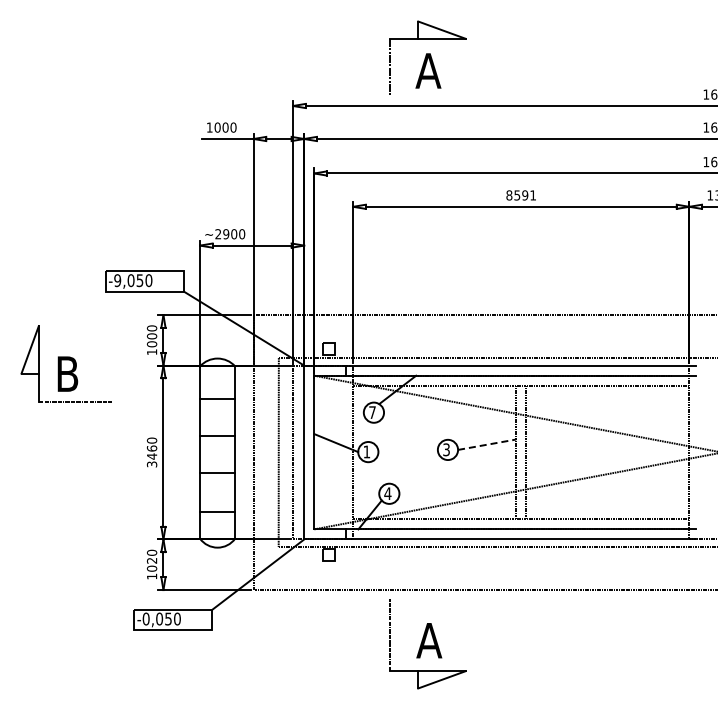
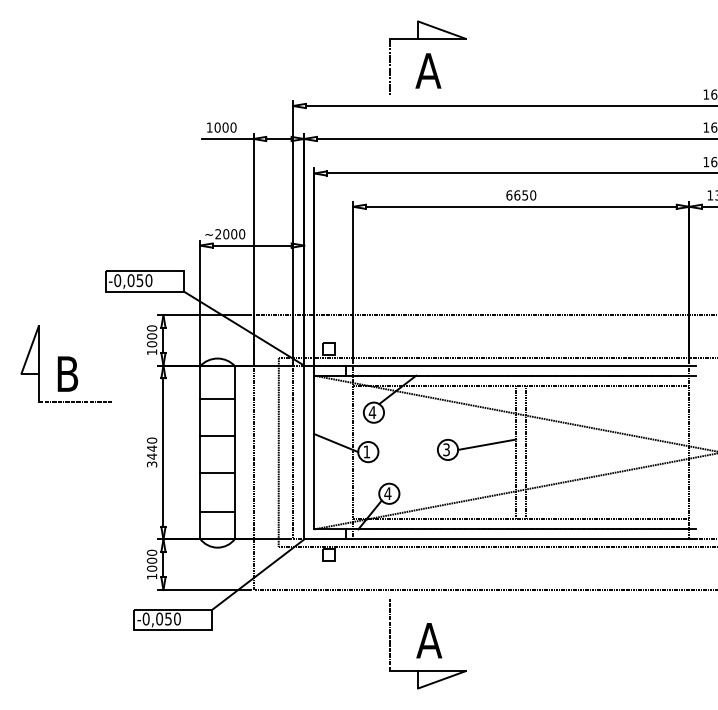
text at (521, 195): 8591 -> 6650
text at (226, 234): ~2900 -> ~2000
text at (117, 280): -9,050 -> -0,050
text at (372, 412): 7 -> 4
line at (487, 444): dashed -> solid
text at (151, 448): 3460 -> 3440
text at (152, 560): 1020 -> 1000
